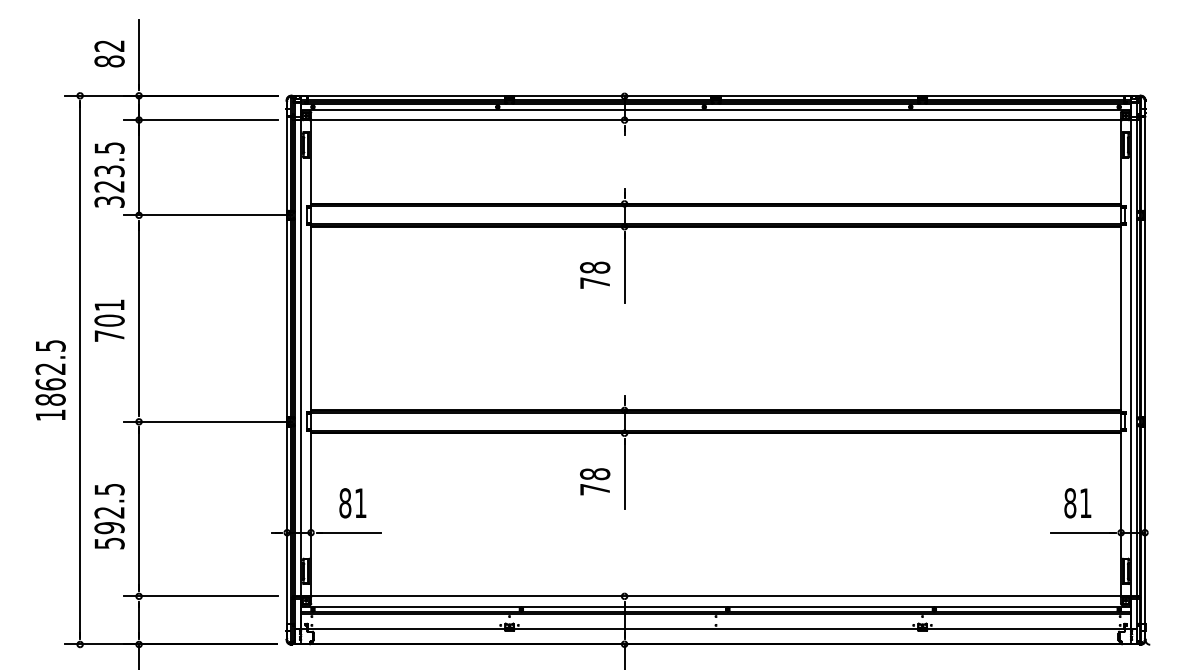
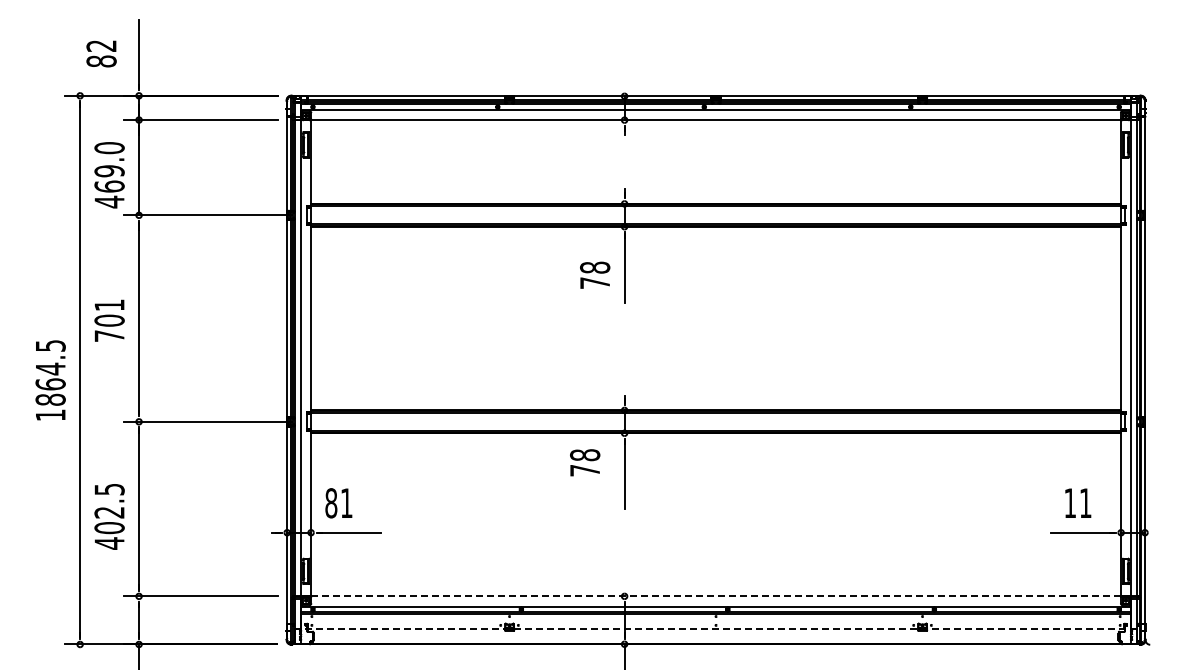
text at (109, 53) position: (109, 53) -> (101, 53)
text at (109, 175): 323.5 -> 469.0
text at (50, 368): 1862.5 -> 1864.5
text at (595, 481) position: (595, 481) -> (585, 462)
text at (352, 503) position: (352, 503) -> (338, 503)
text at (1070, 503): 81 -> 11
text at (109, 535): 592.5 -> 402.5
line at (716, 596): solid -> dashed
line at (715, 628): solid -> dashed
